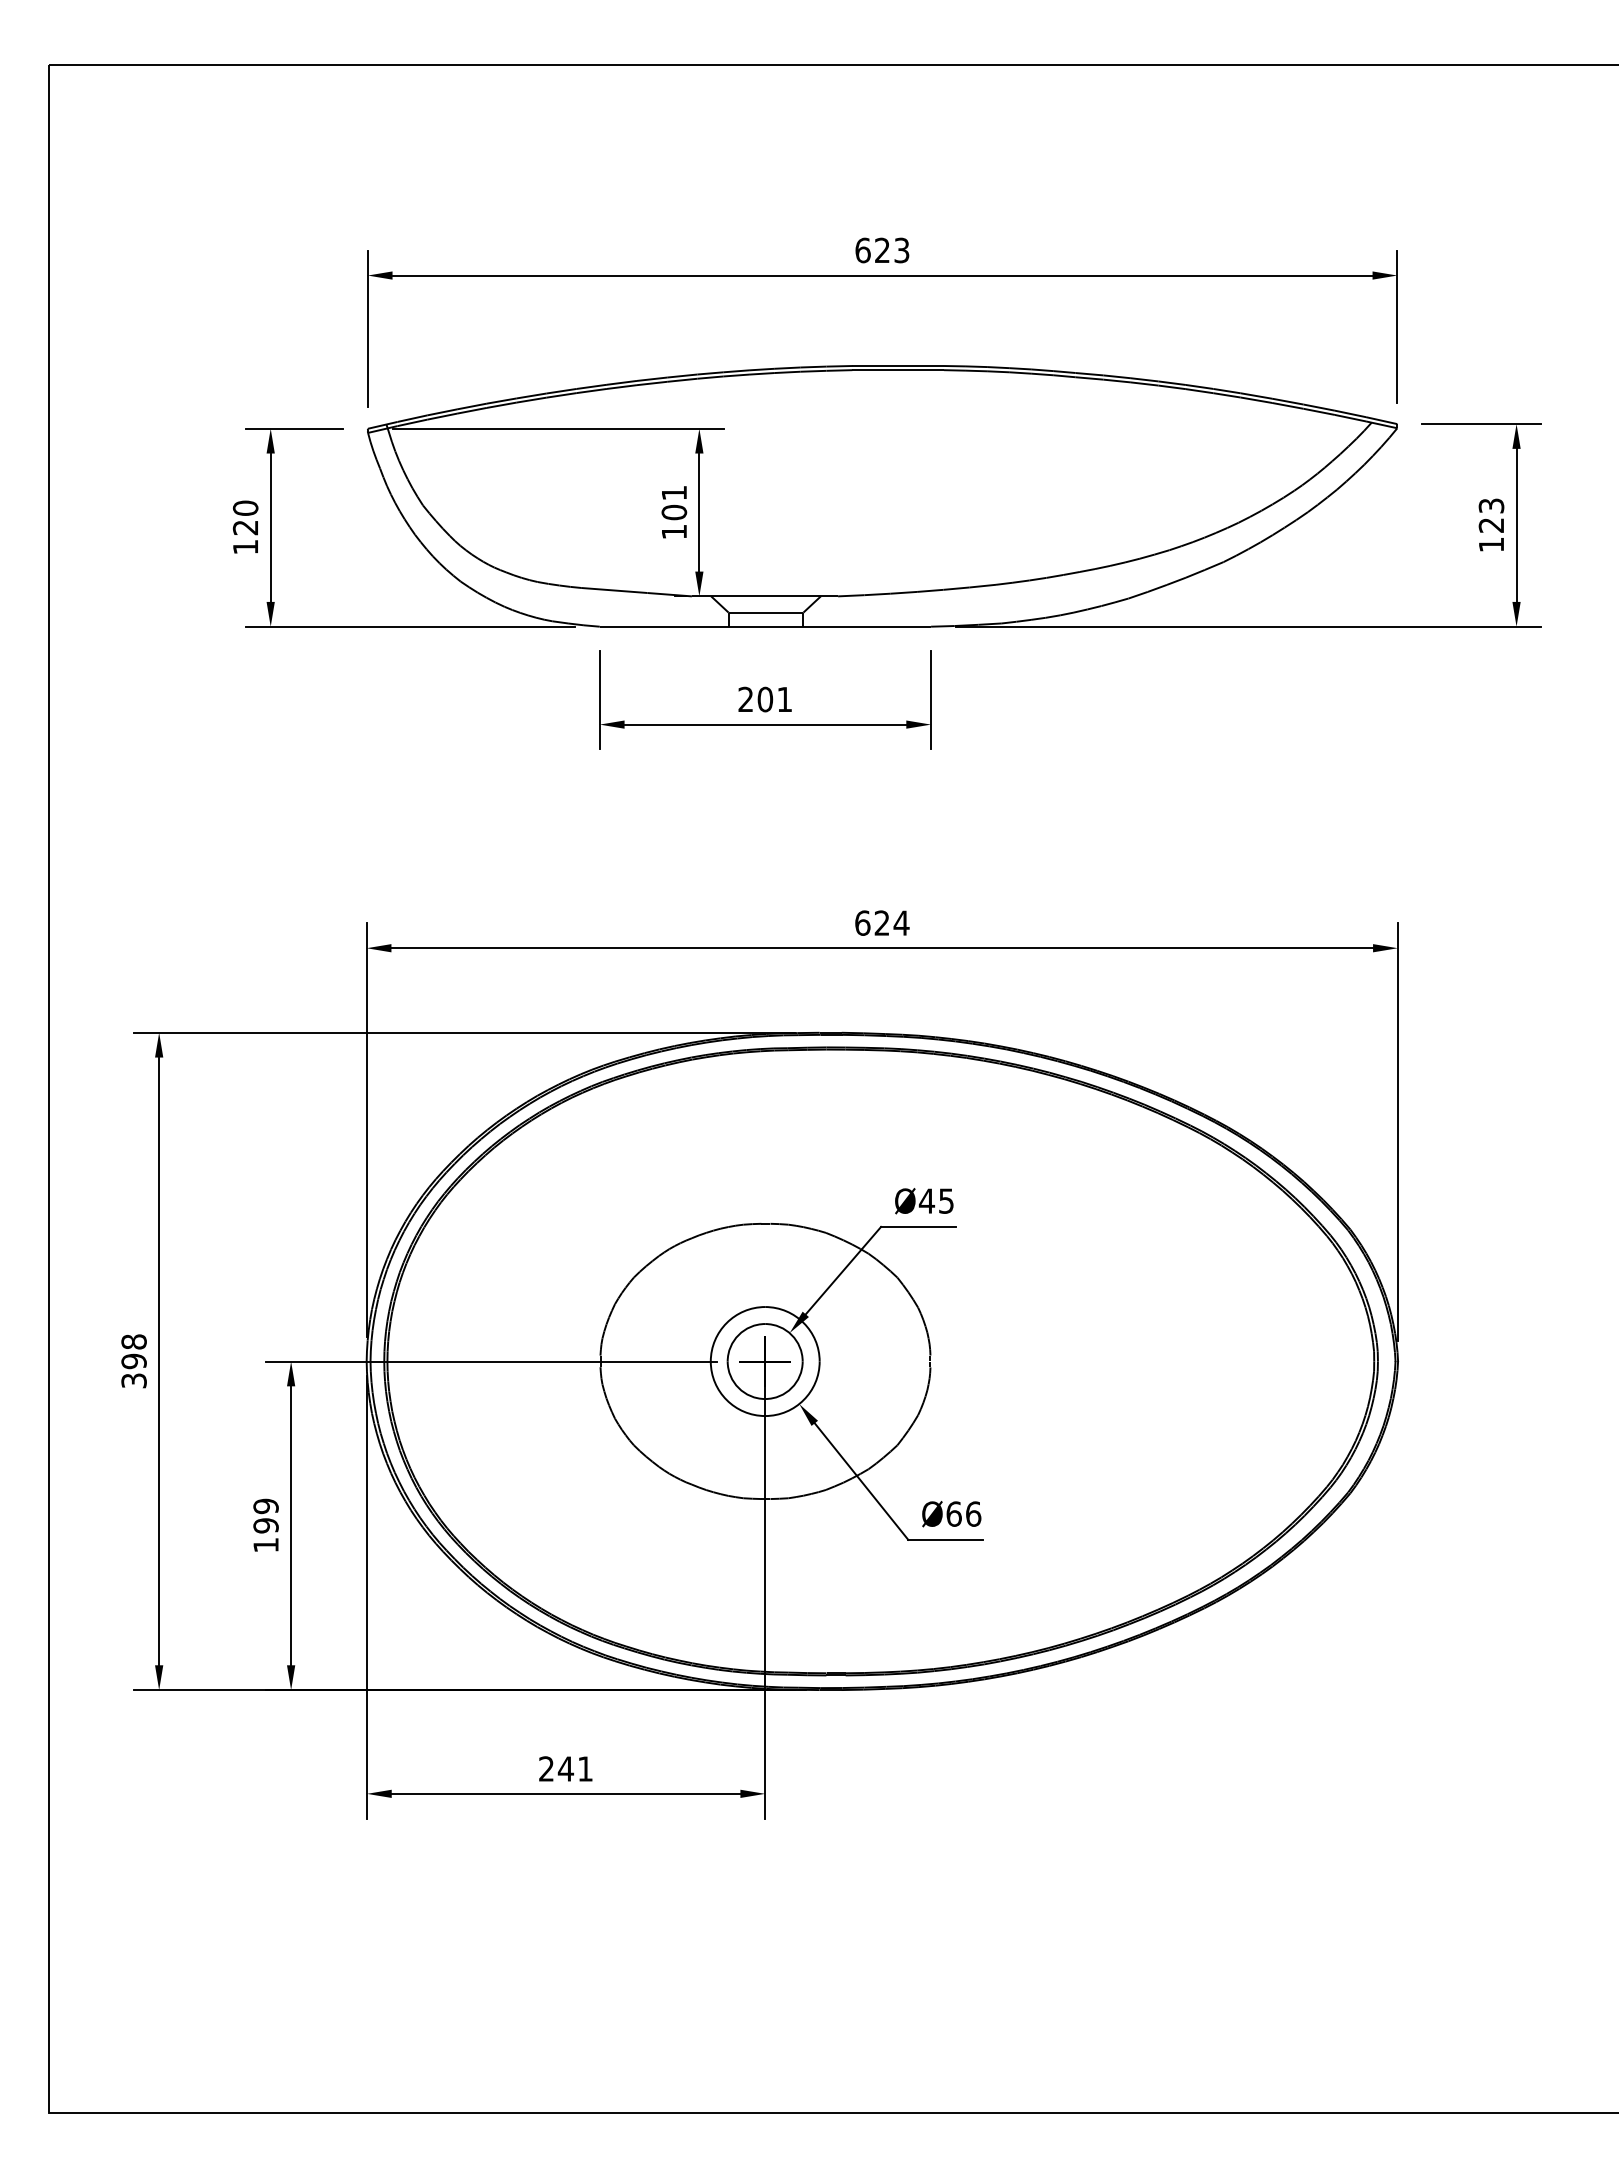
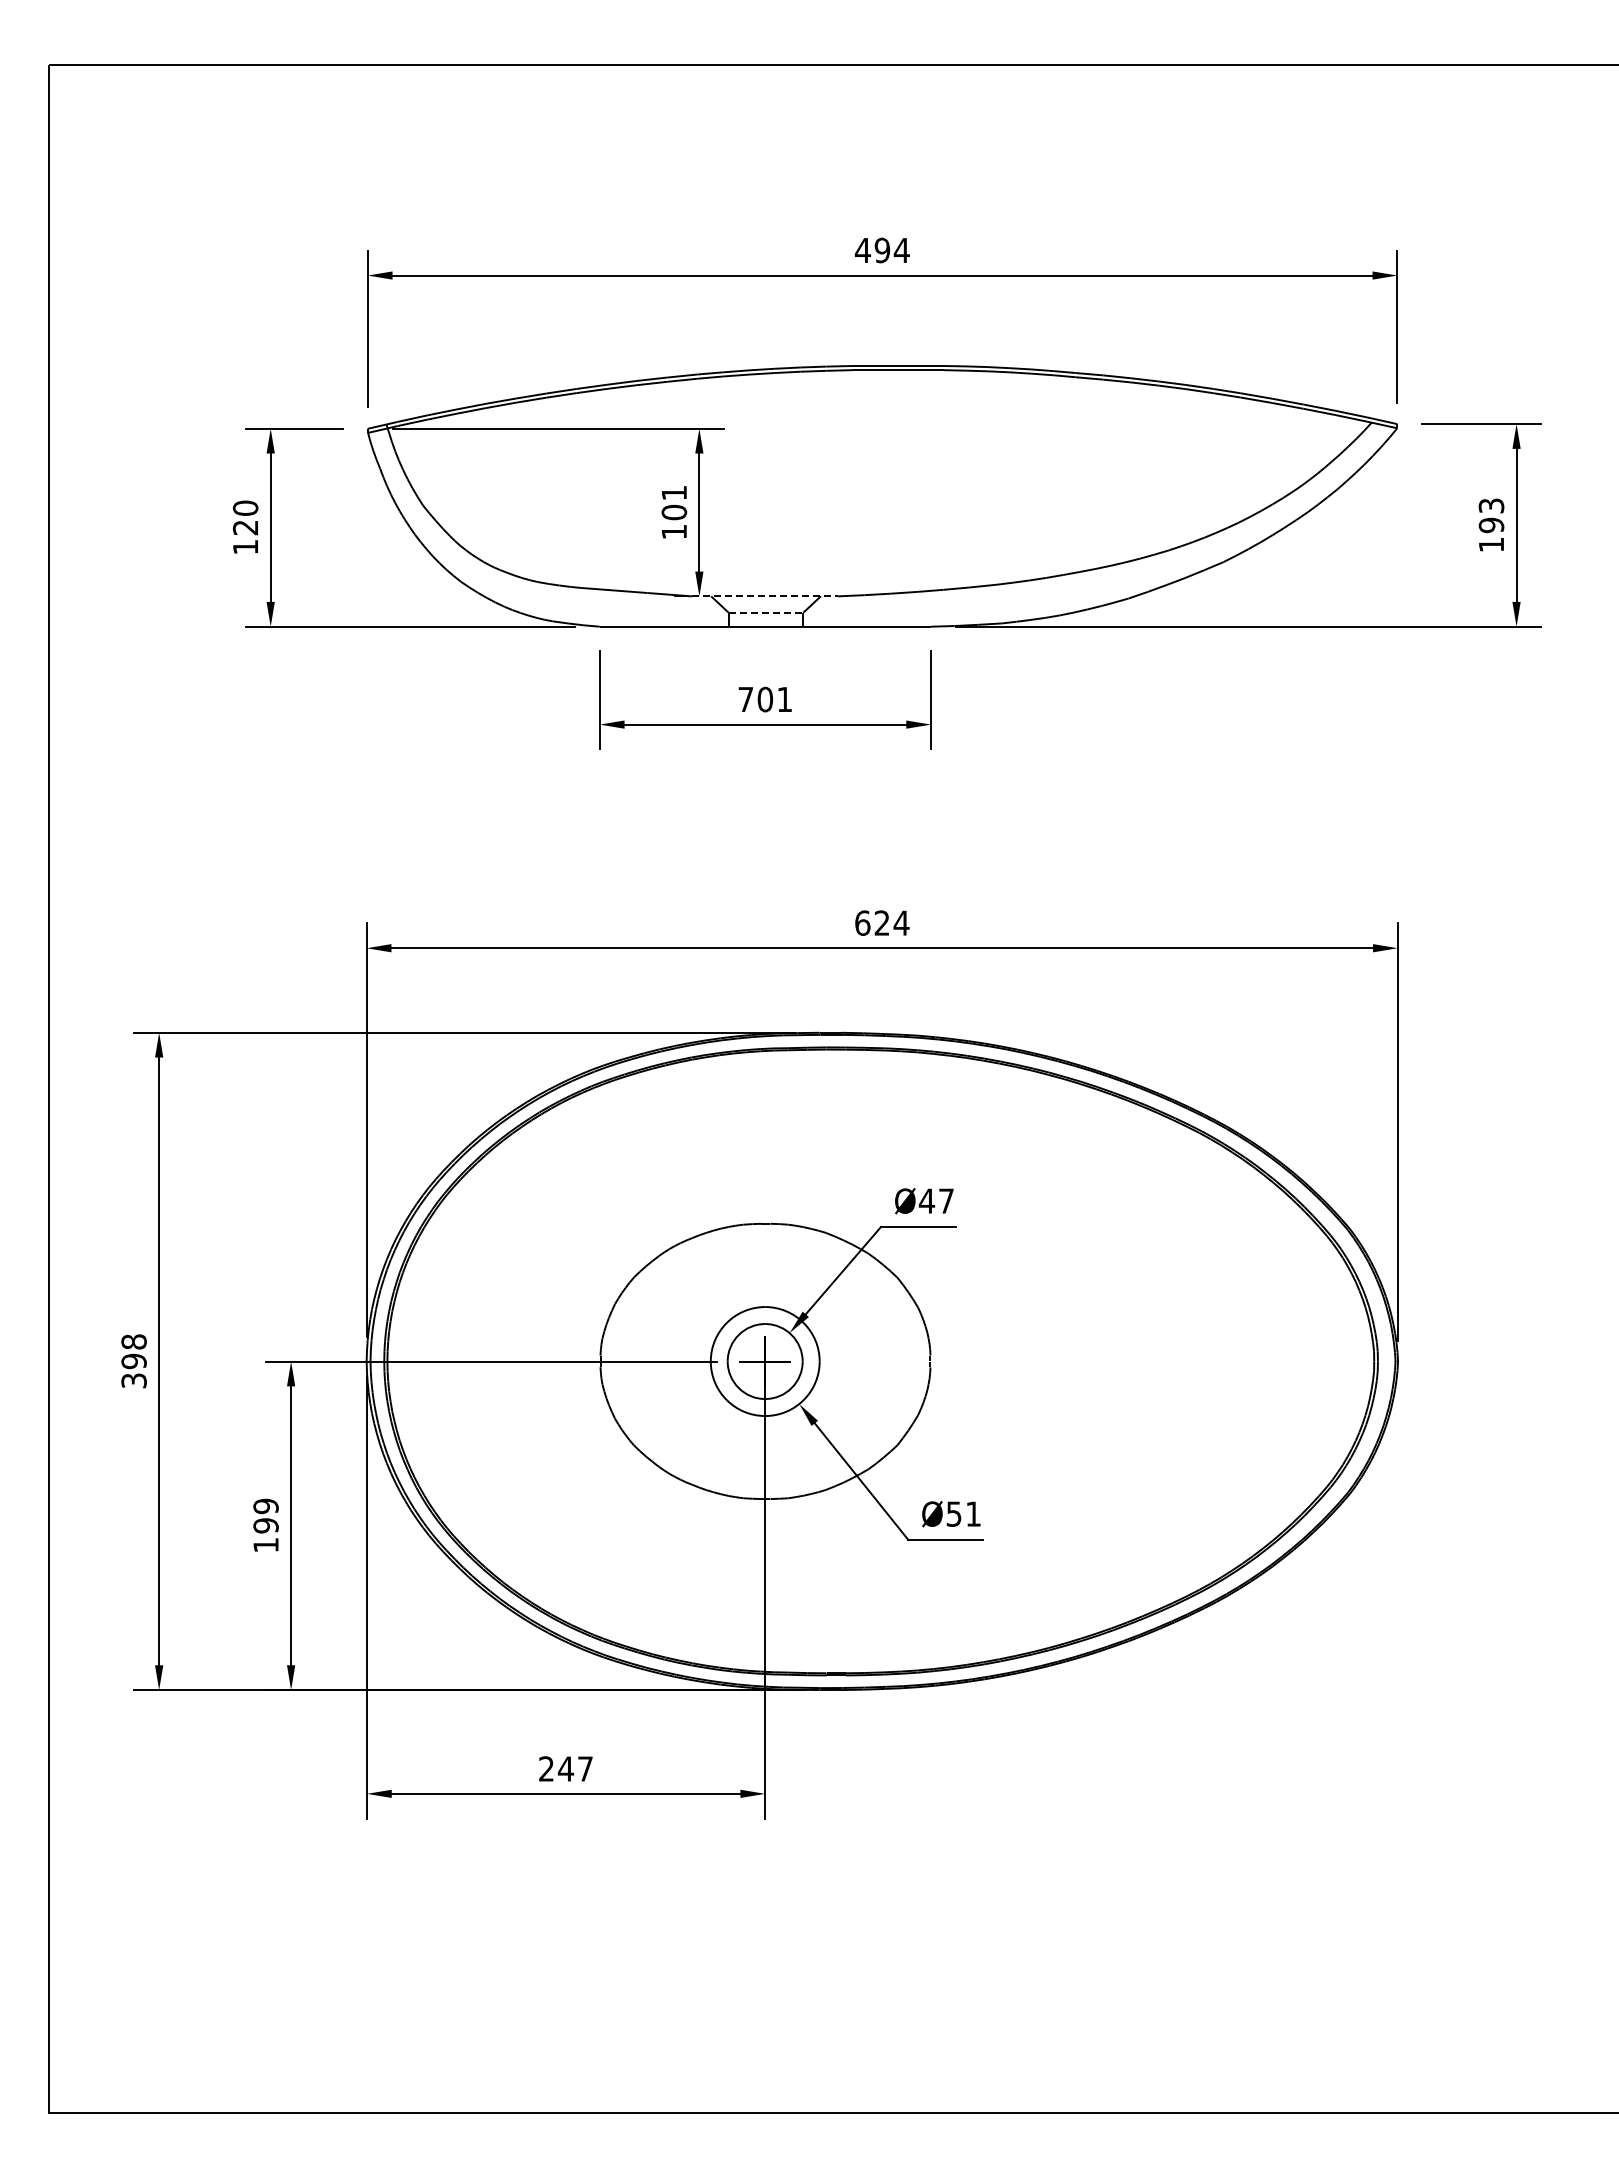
text at (881, 250): 623 -> 494
text at (1491, 525): 123 -> 193
line at (765, 596): solid -> dashed
line at (766, 612): solid -> dashed
text at (745, 698): 201 -> 701
text at (946, 1200): Ø45 -> Ø47
text at (963, 1513): Ø66 -> Ø51
text at (585, 1768): 241 -> 247
